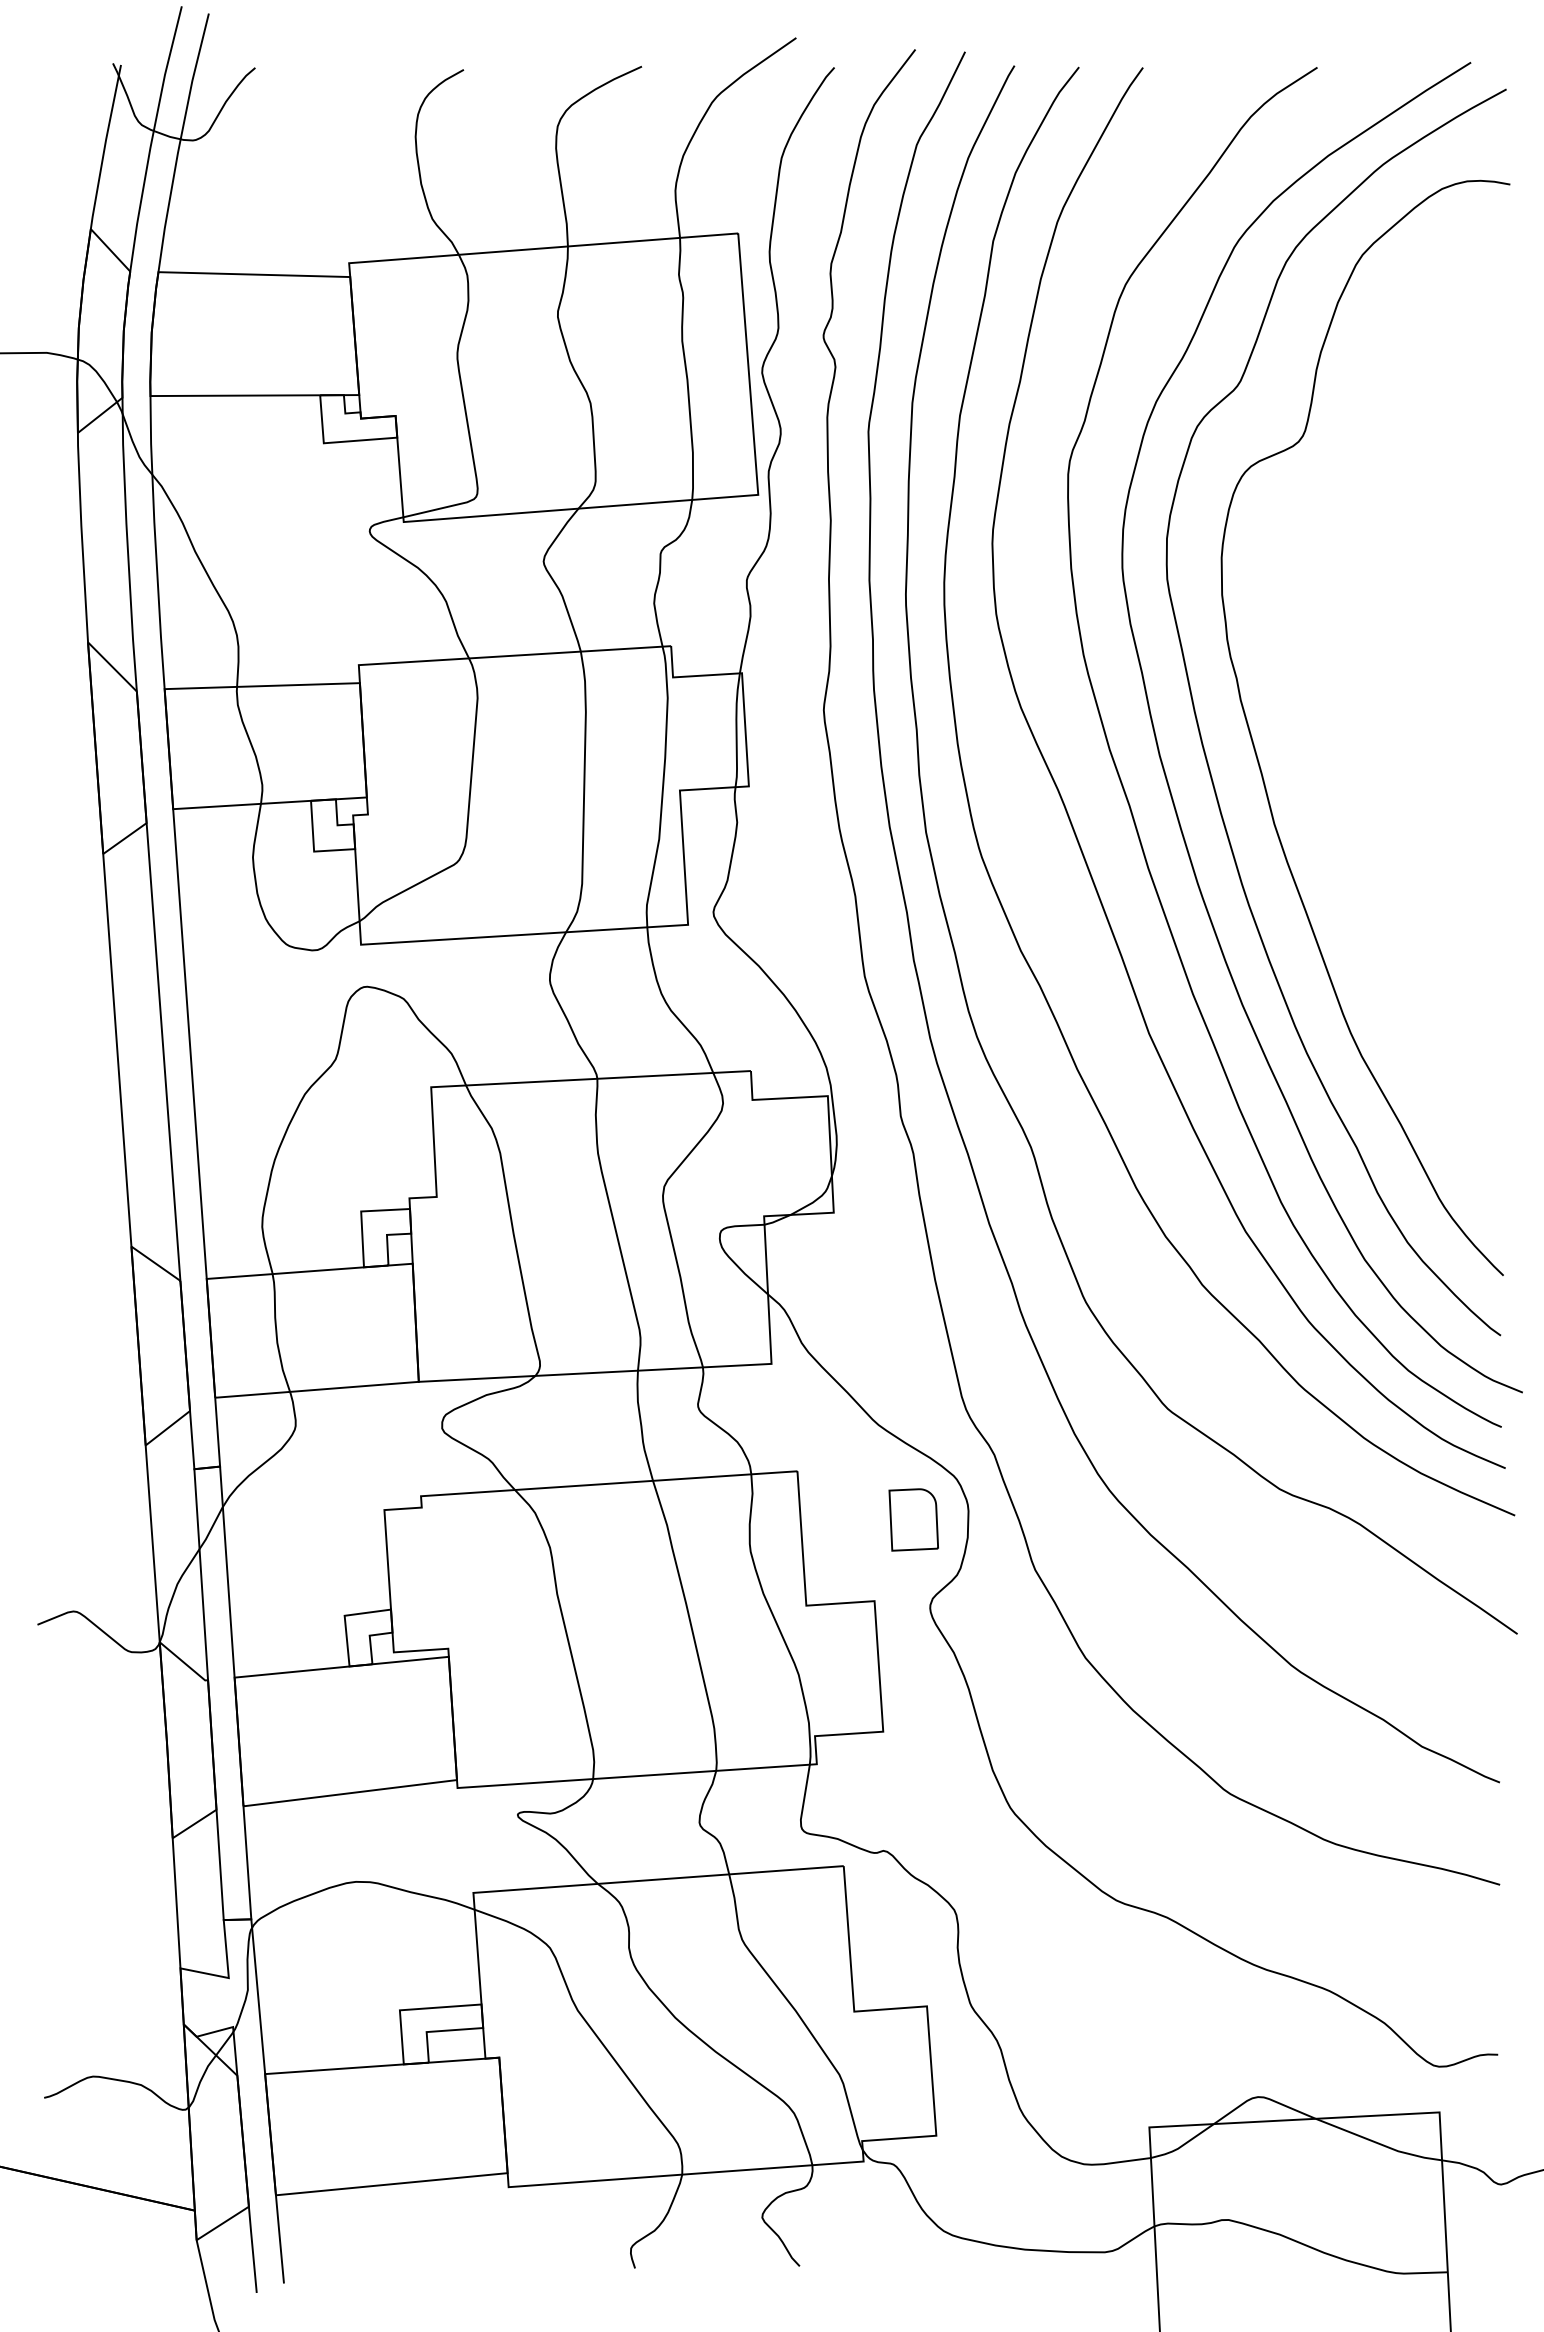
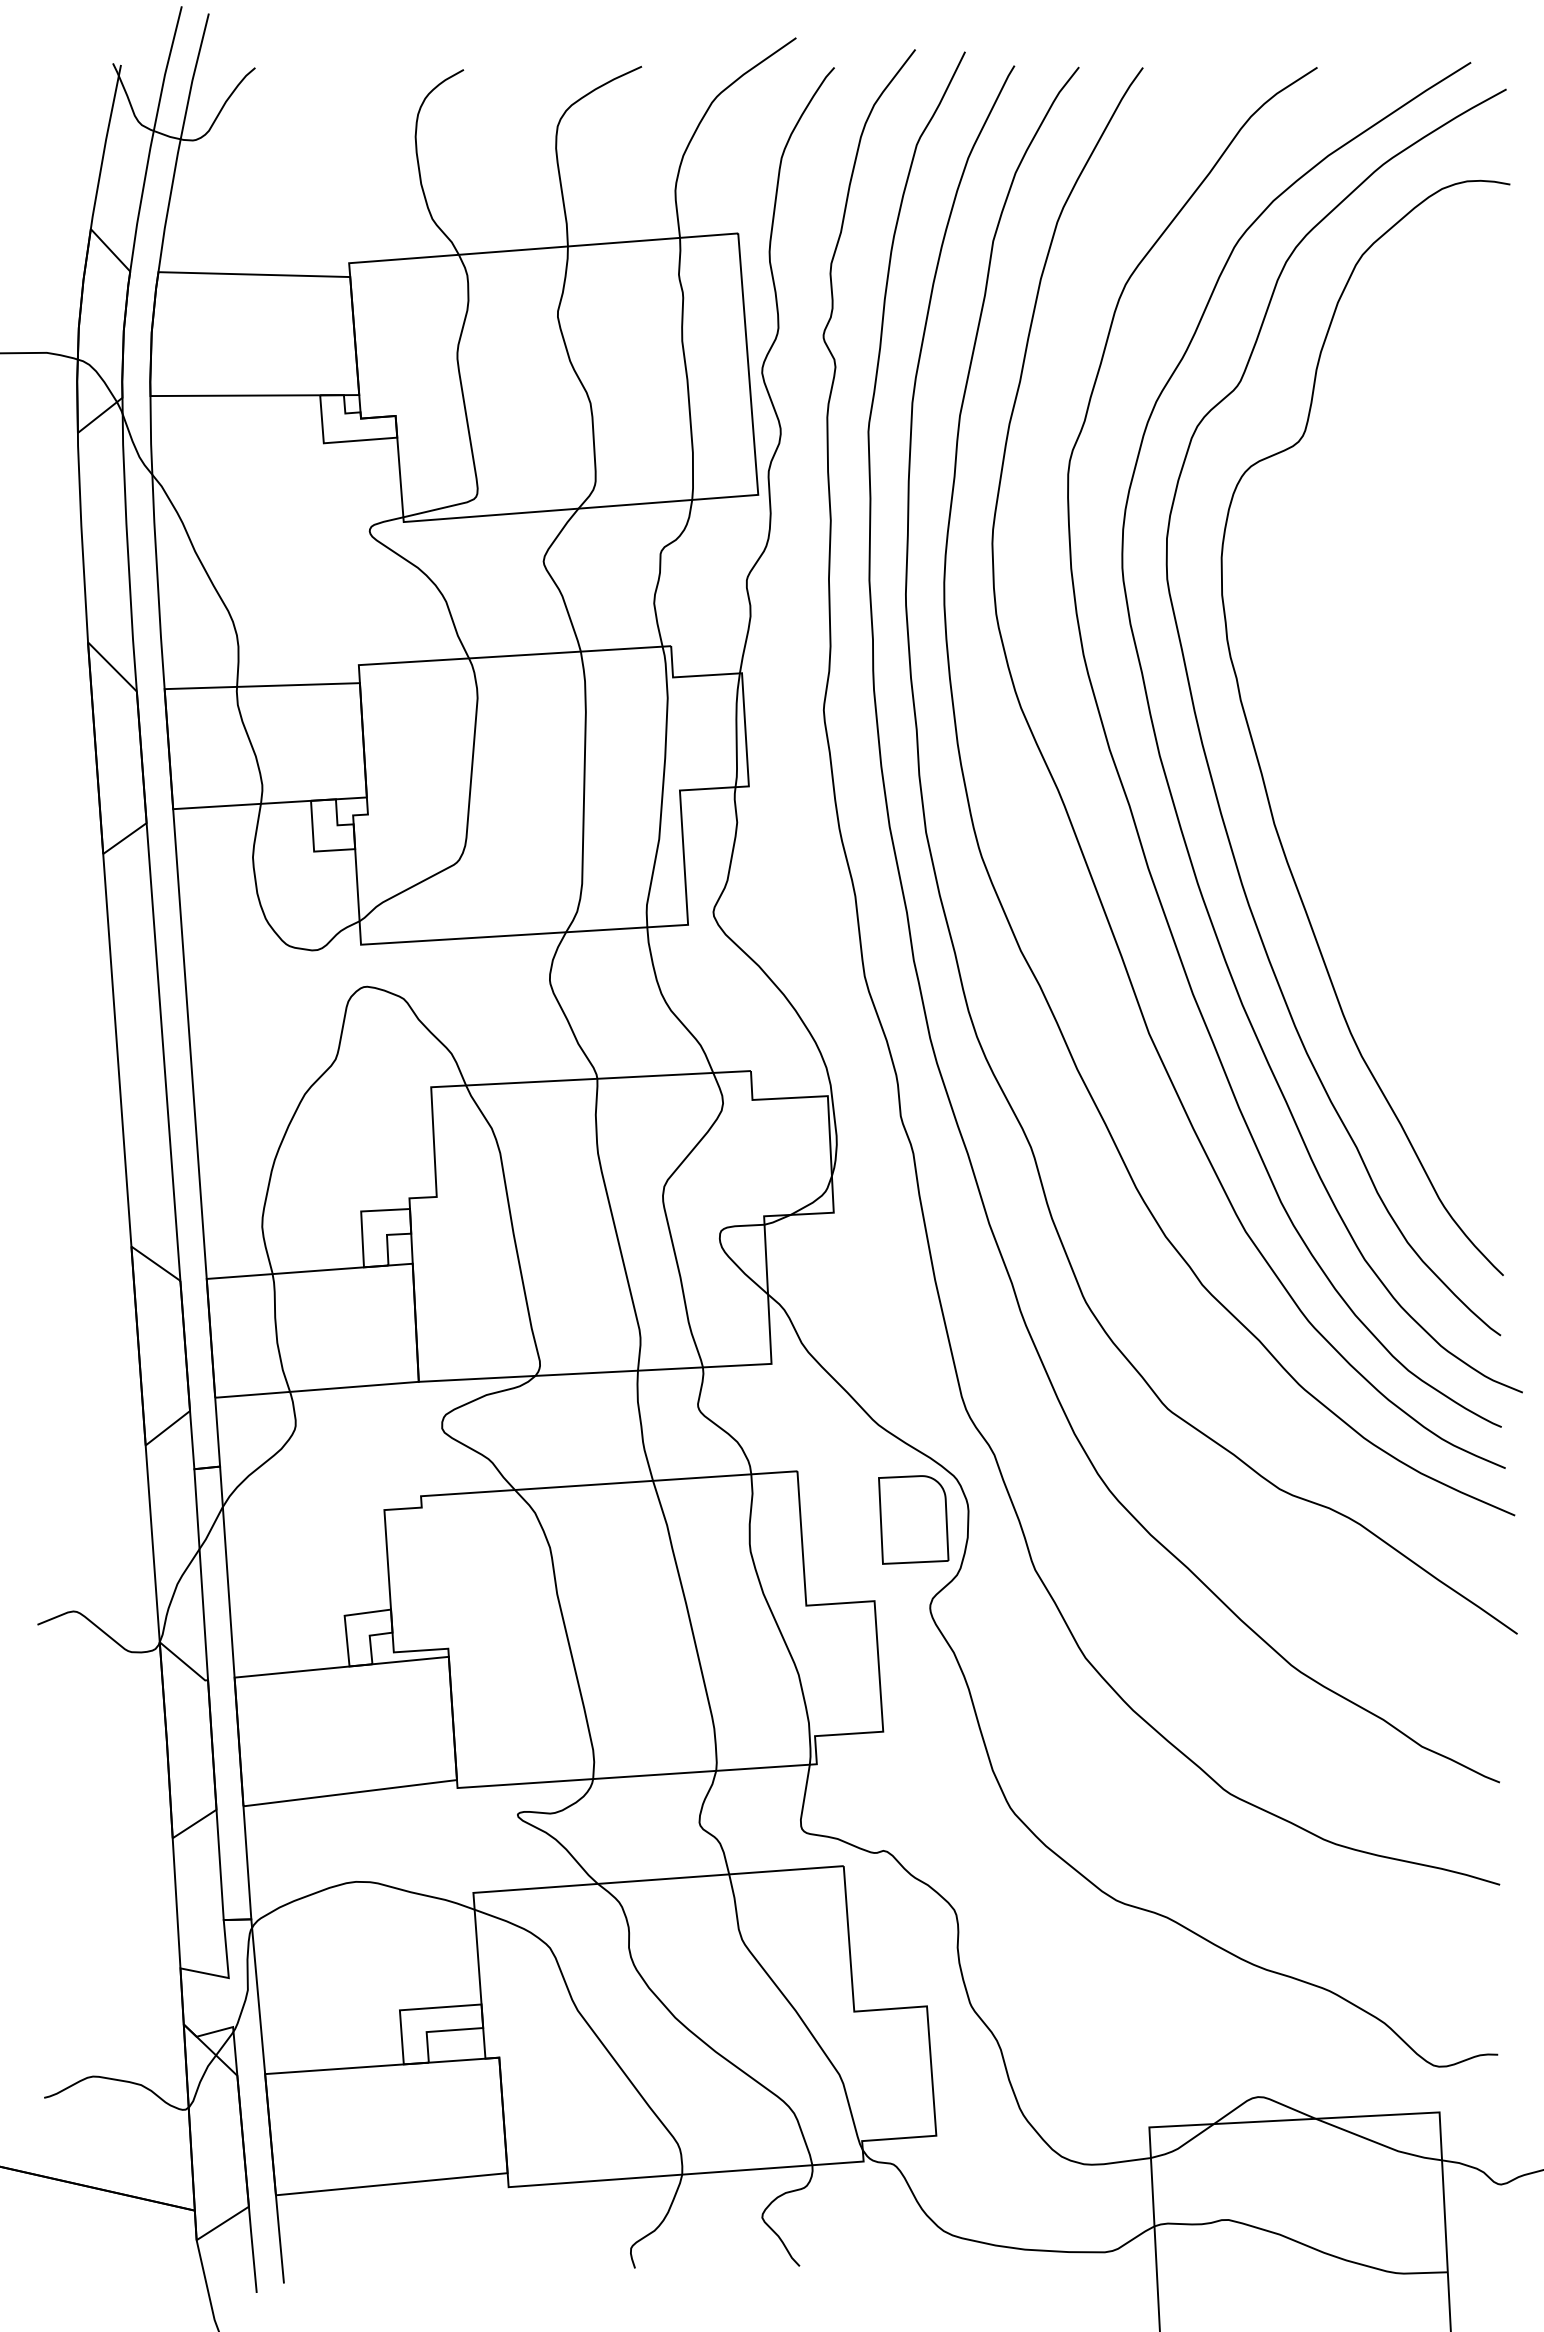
part at (913, 1519) size: 51x64 px -> 72x90 px
